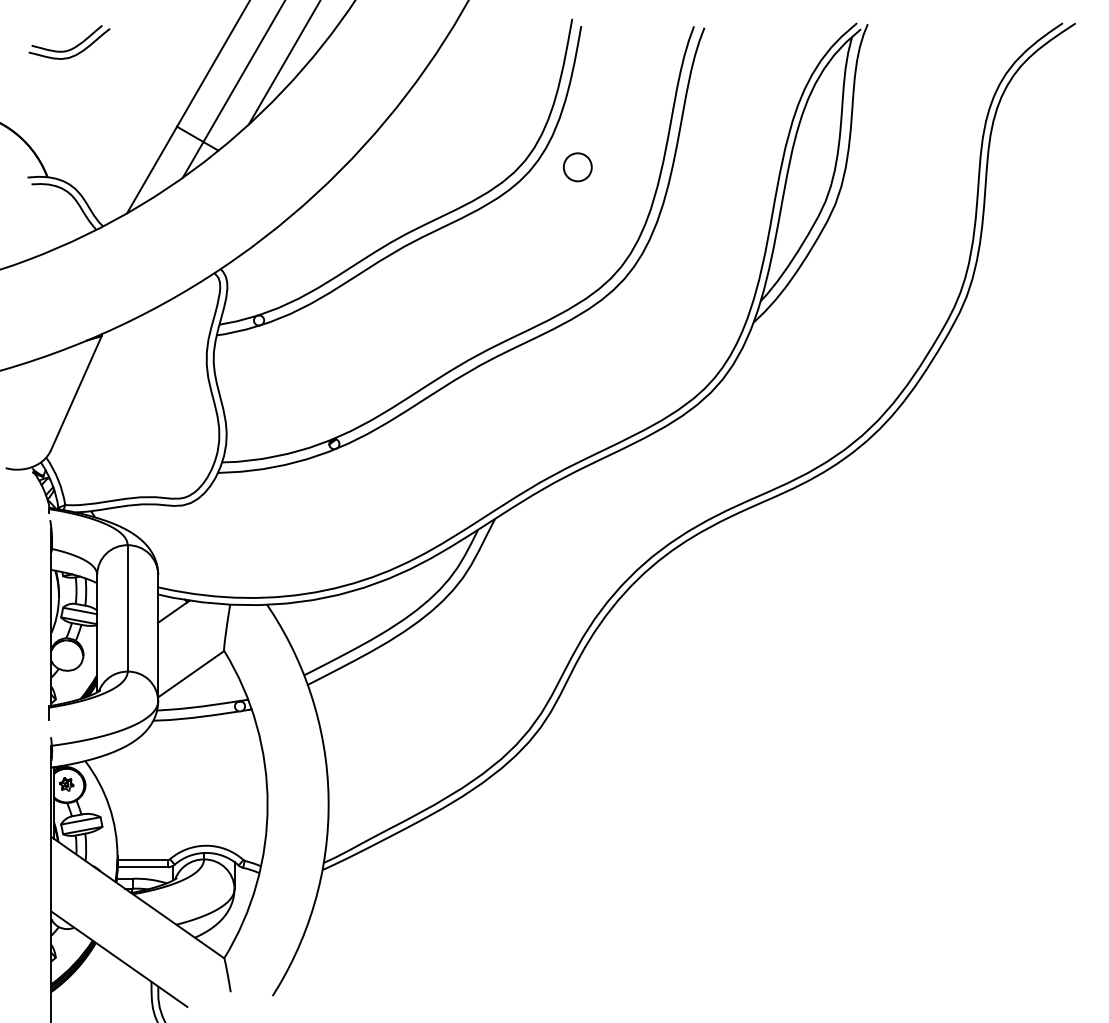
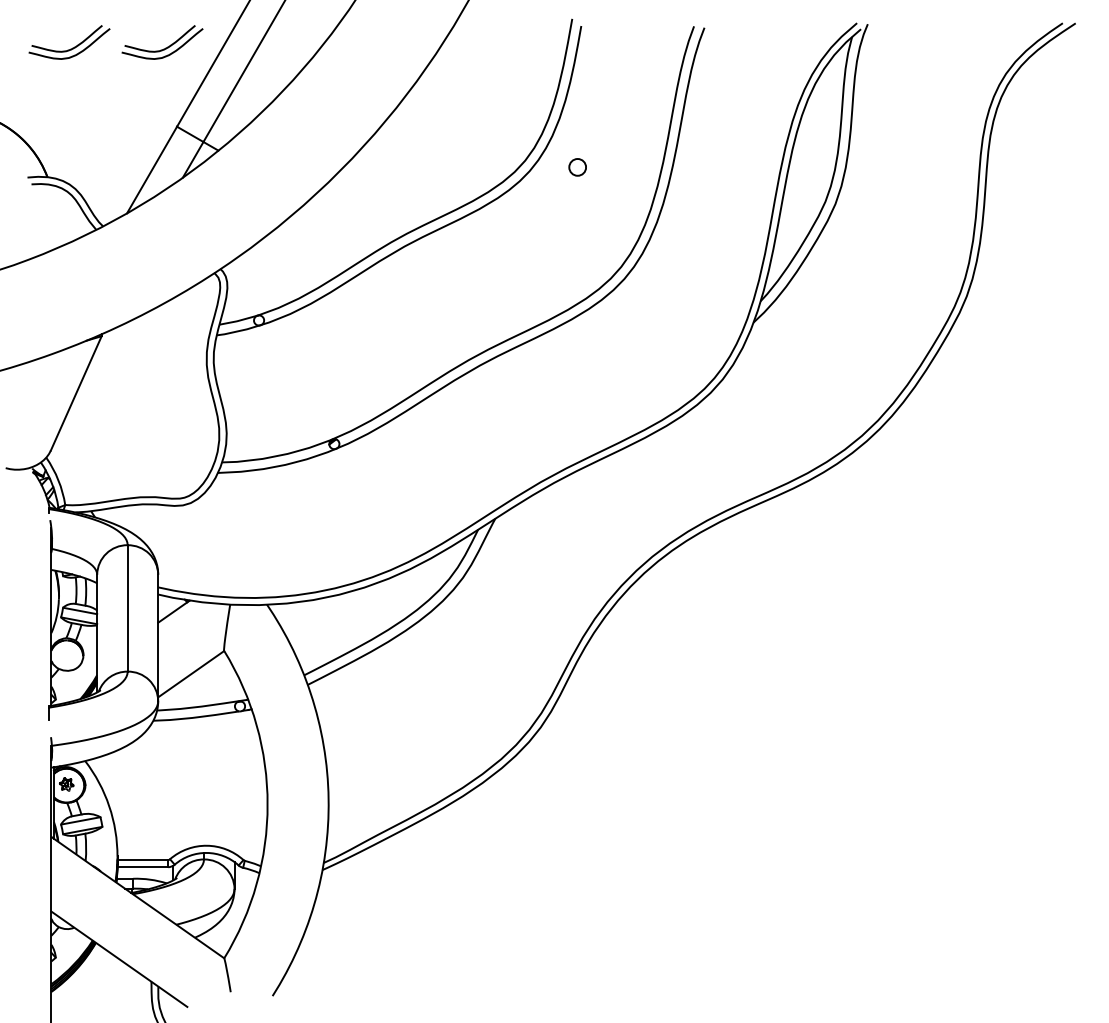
part at (162, 42): none -> present
line at (283, 63): present -> none
circle at (577, 167) size: 31x31 px -> 19x19 px
